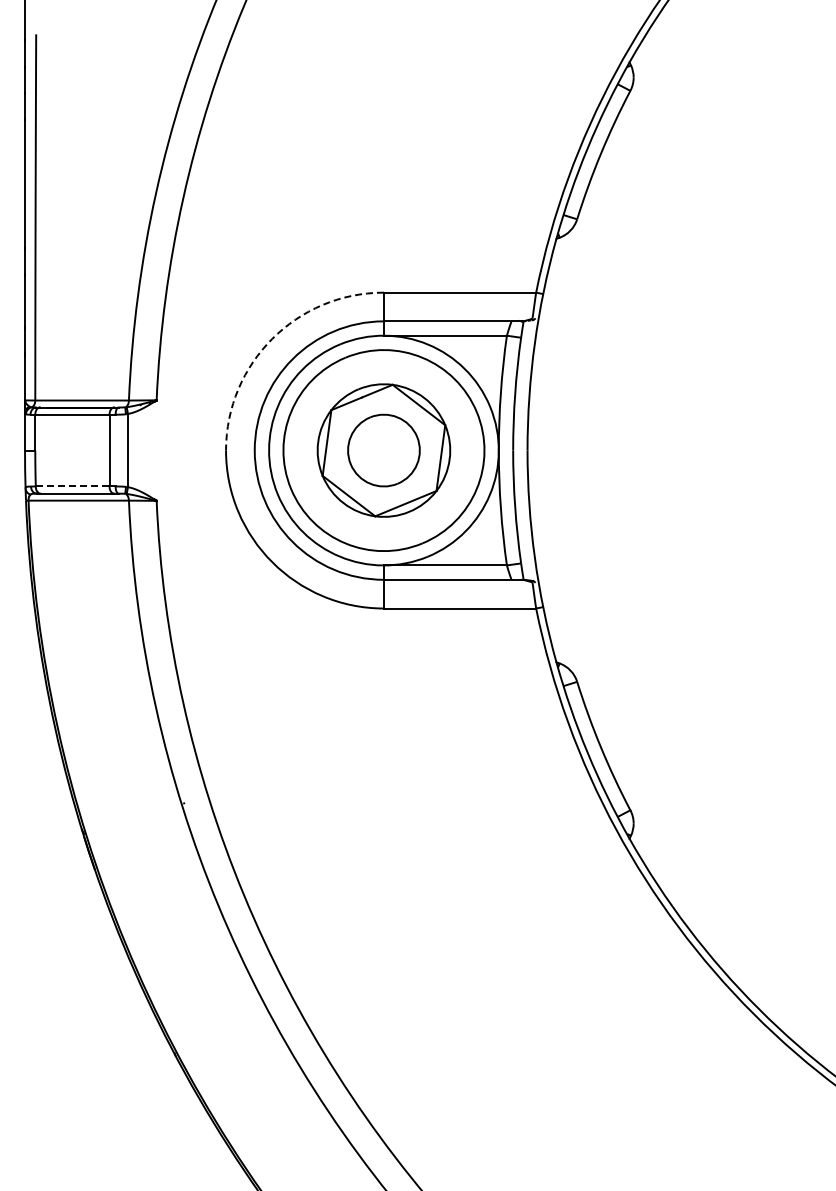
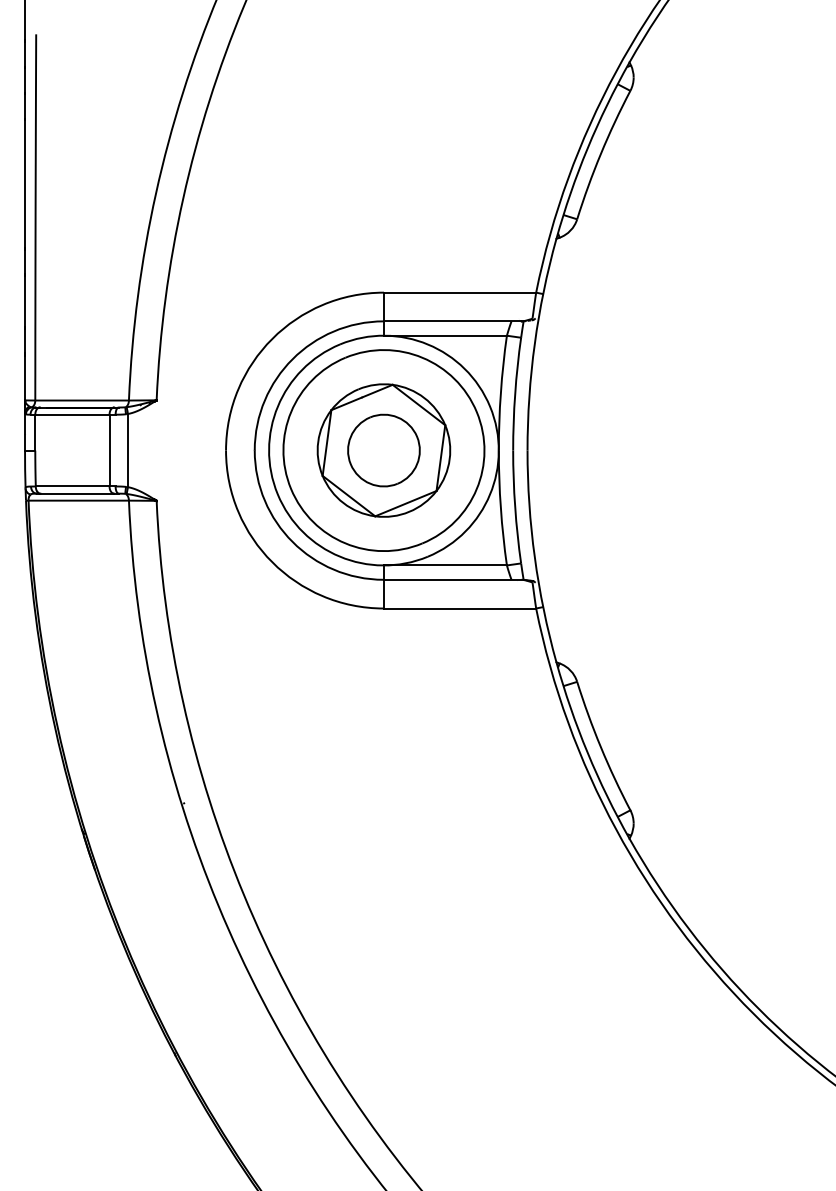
arc at (272, 338): dashed -> solid
line at (72, 486): dashed -> solid
